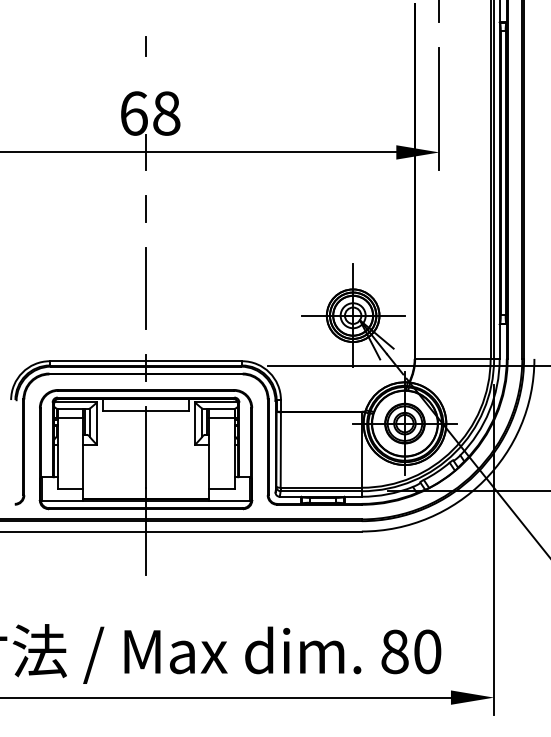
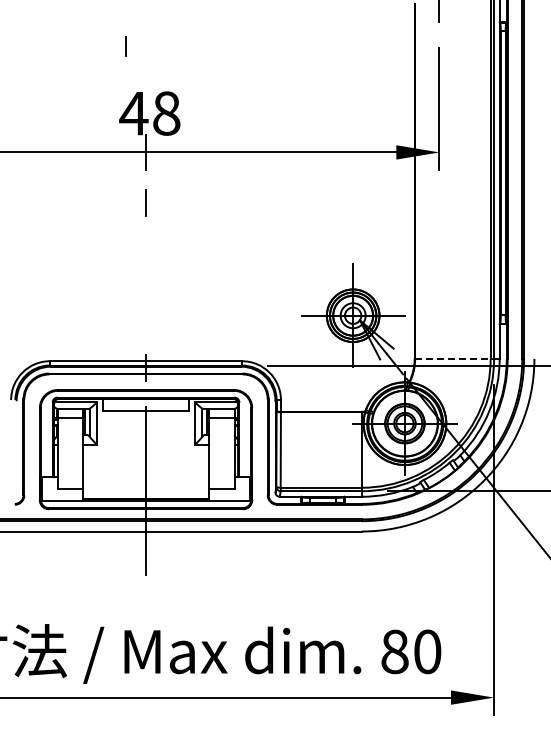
line at (145, 46) position: (145, 46) -> (125, 46)
text at (133, 113): 68 -> 48
line at (145, 208) position: (145, 208) -> (145, 202)
line at (146, 288): present -> none
line at (452, 358): solid -> dashed
